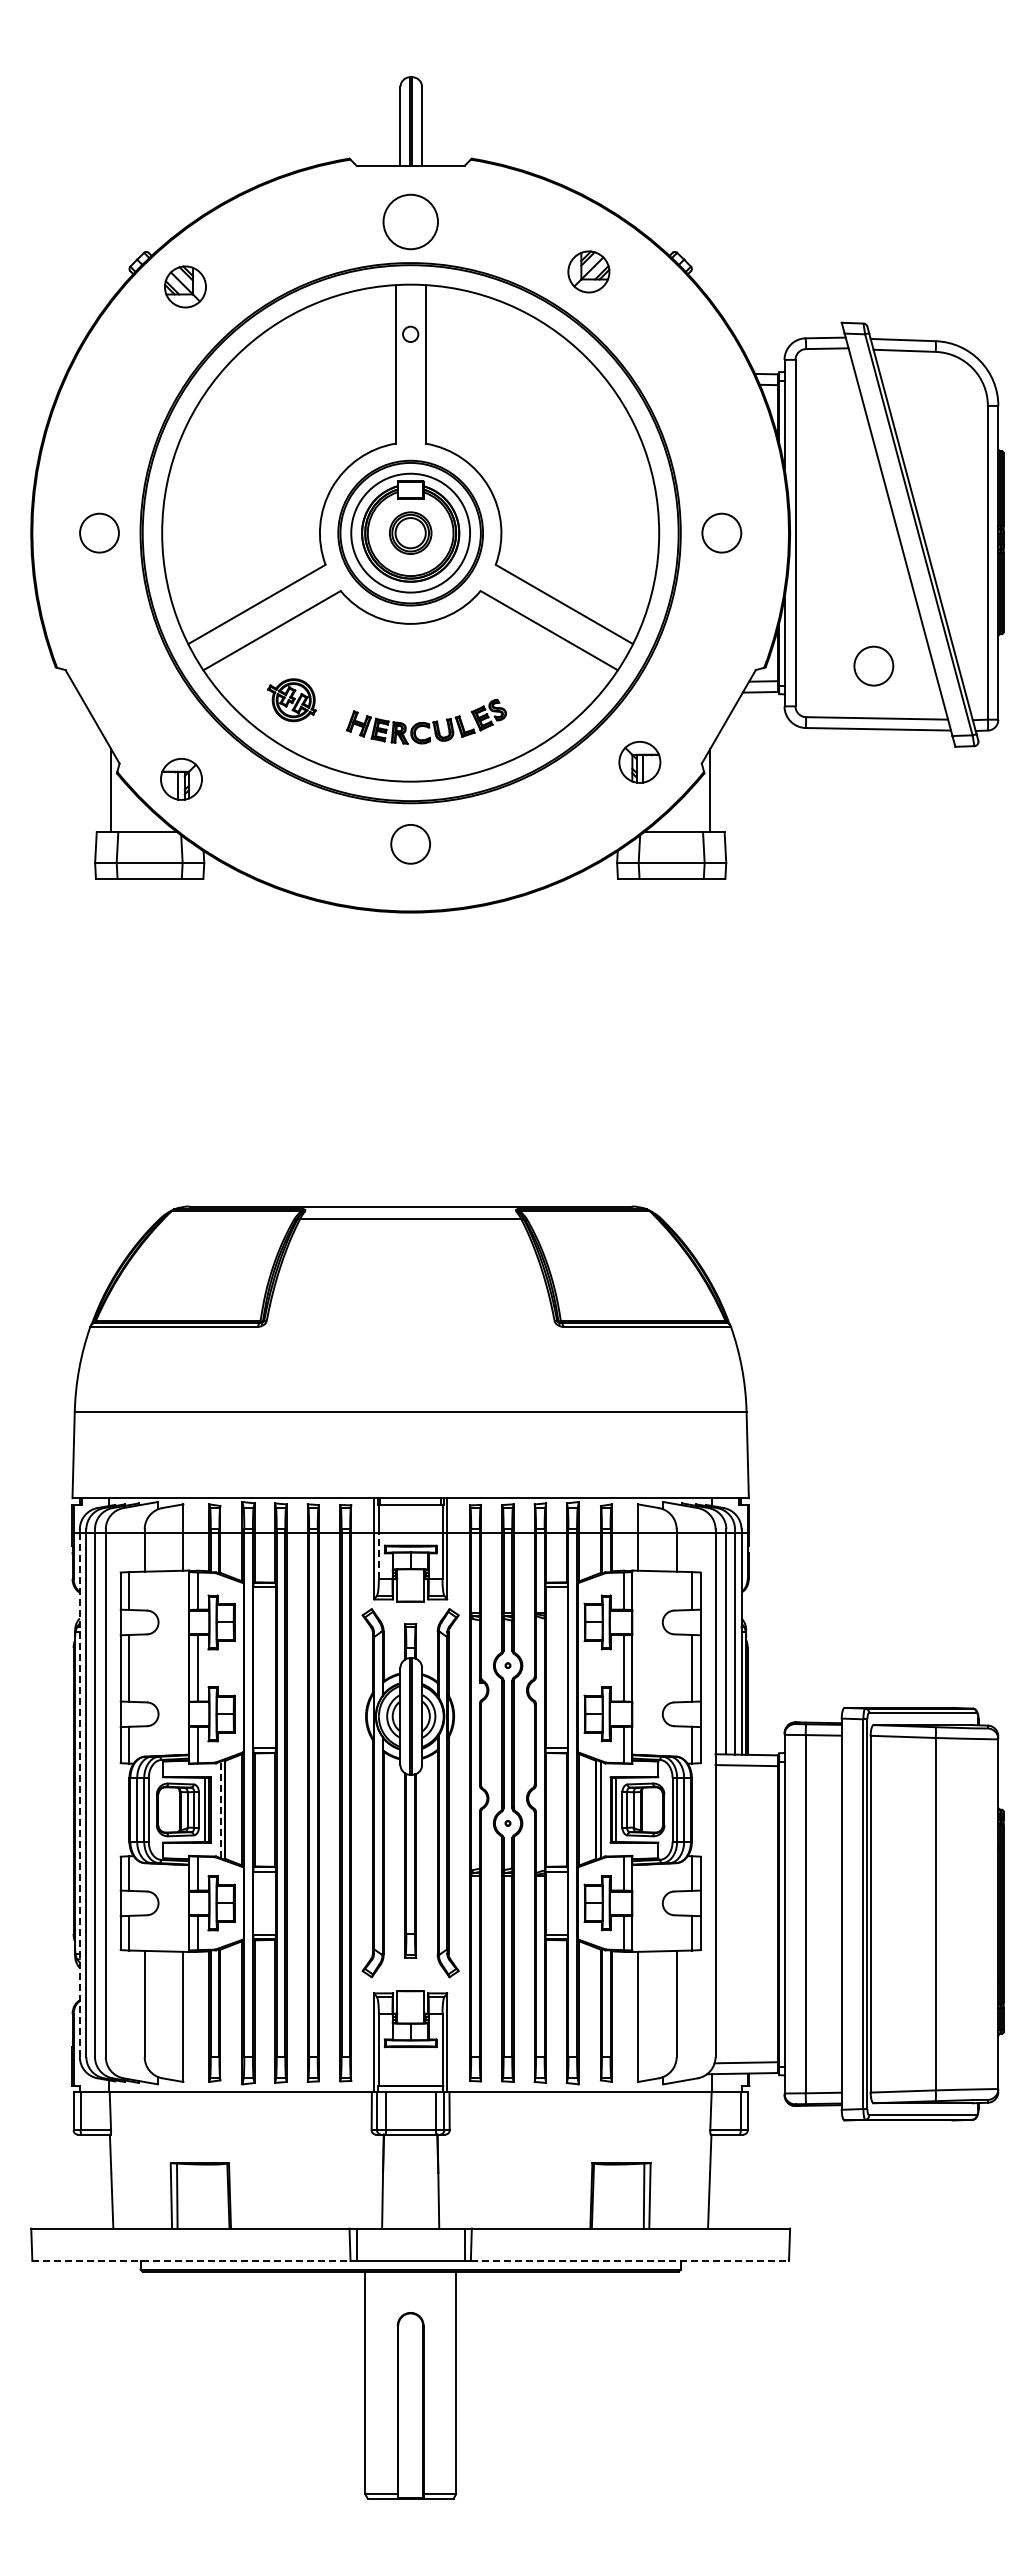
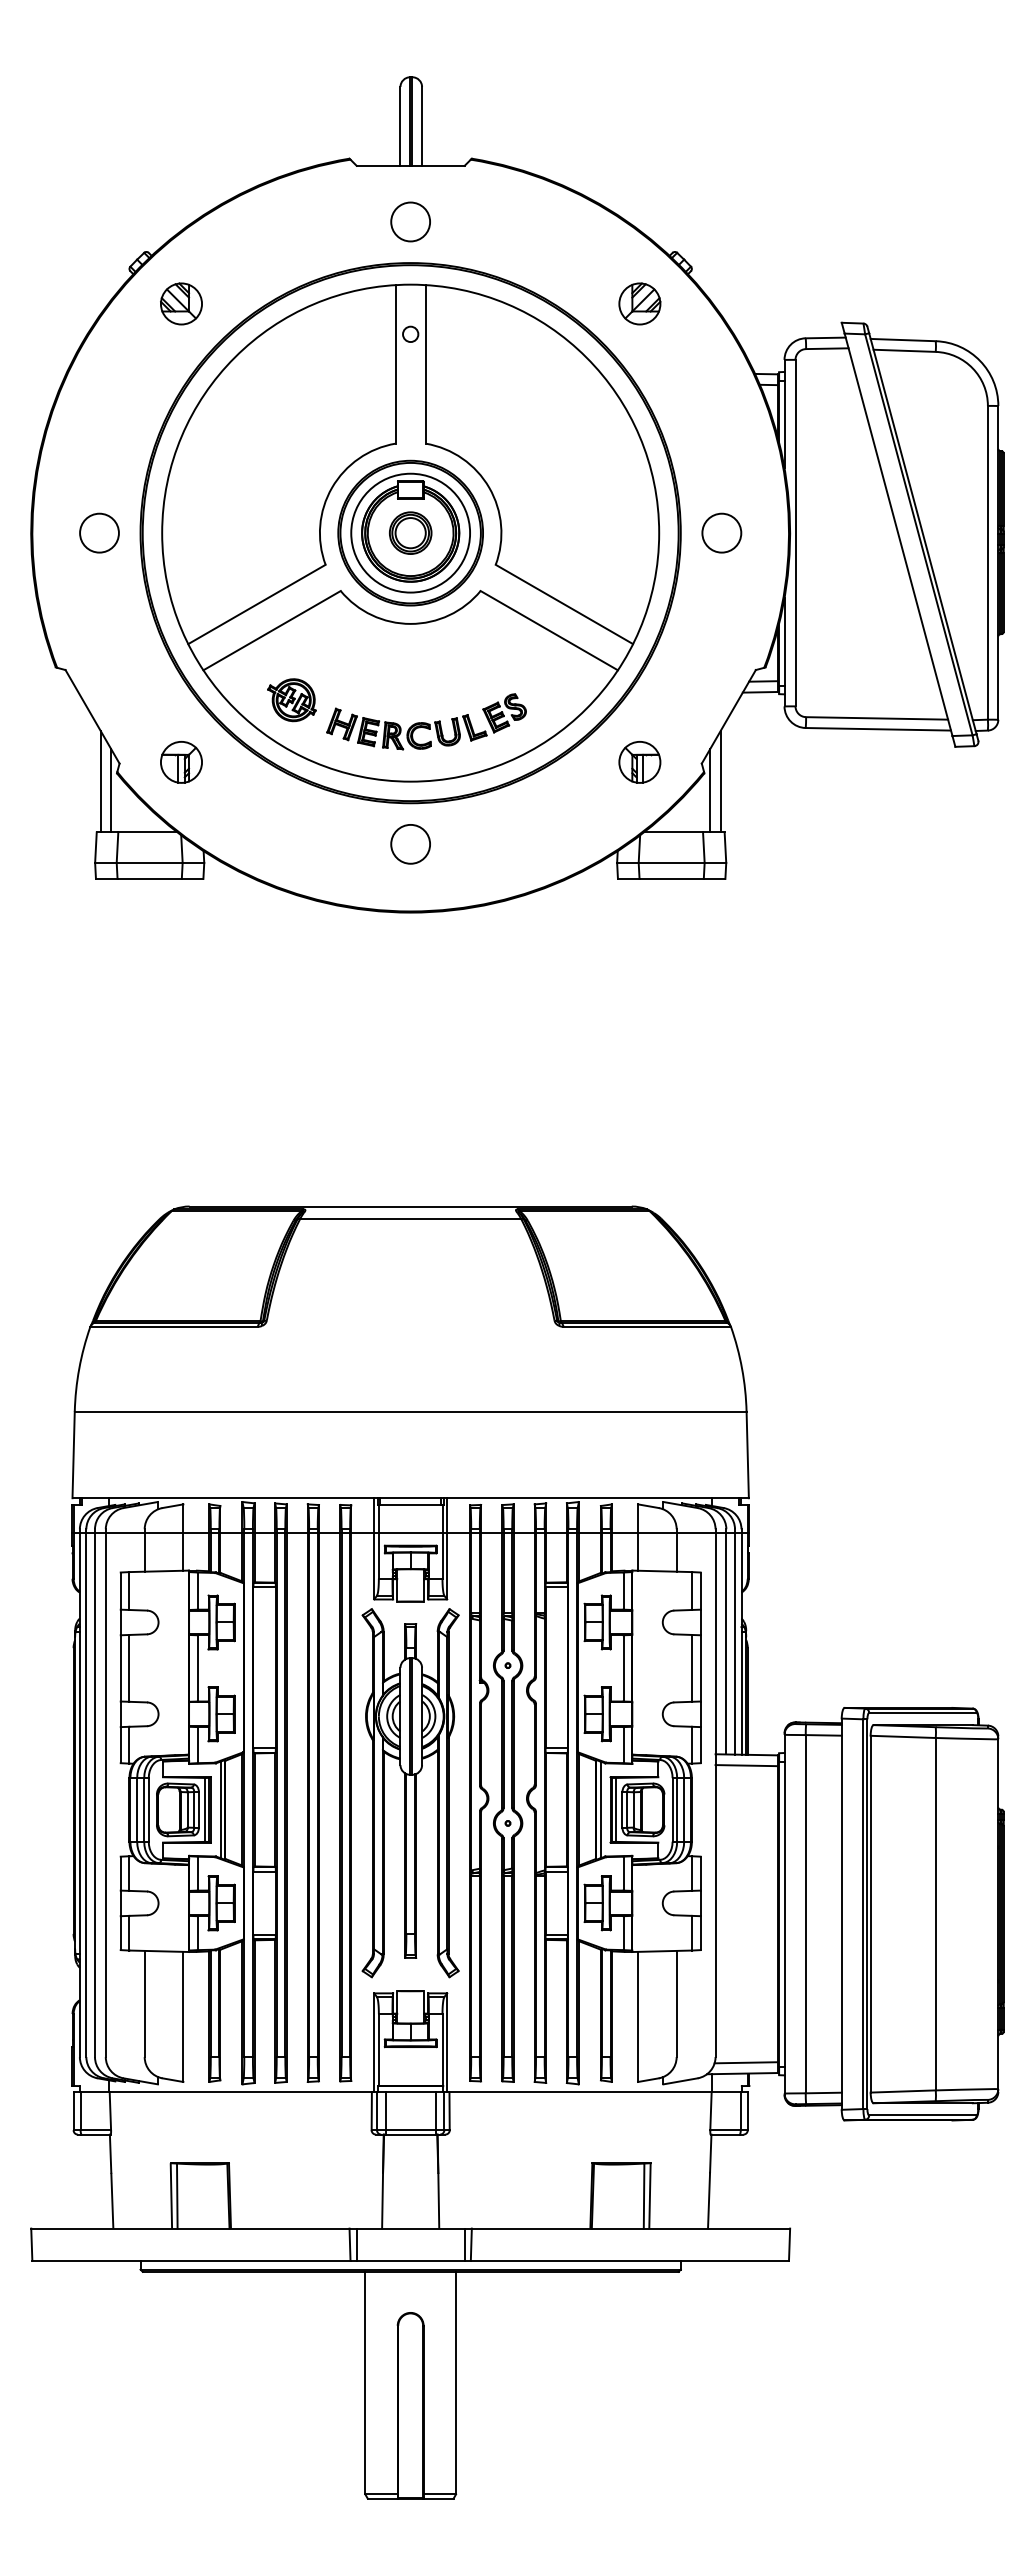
circle at (410, 221) size: 57x58 px -> 41x42 px
part at (588, 271) position: (588, 271) -> (639, 303)
part at (185, 286) position: (185, 286) -> (181, 303)
circle at (873, 665): present -> none
part at (426, 721) size: 161x47 px -> 201x58 px
part at (181, 779) position: (181, 779) -> (181, 762)
line at (100, 781): none -> present
line at (720, 781): none -> present
line at (378, 1555): dashed -> solid
line at (79, 1795): dashed -> solid
line at (220, 1809): dashed -> solid
line at (191, 2261): dashed -> solid
line at (630, 2261): dashed -> solid
